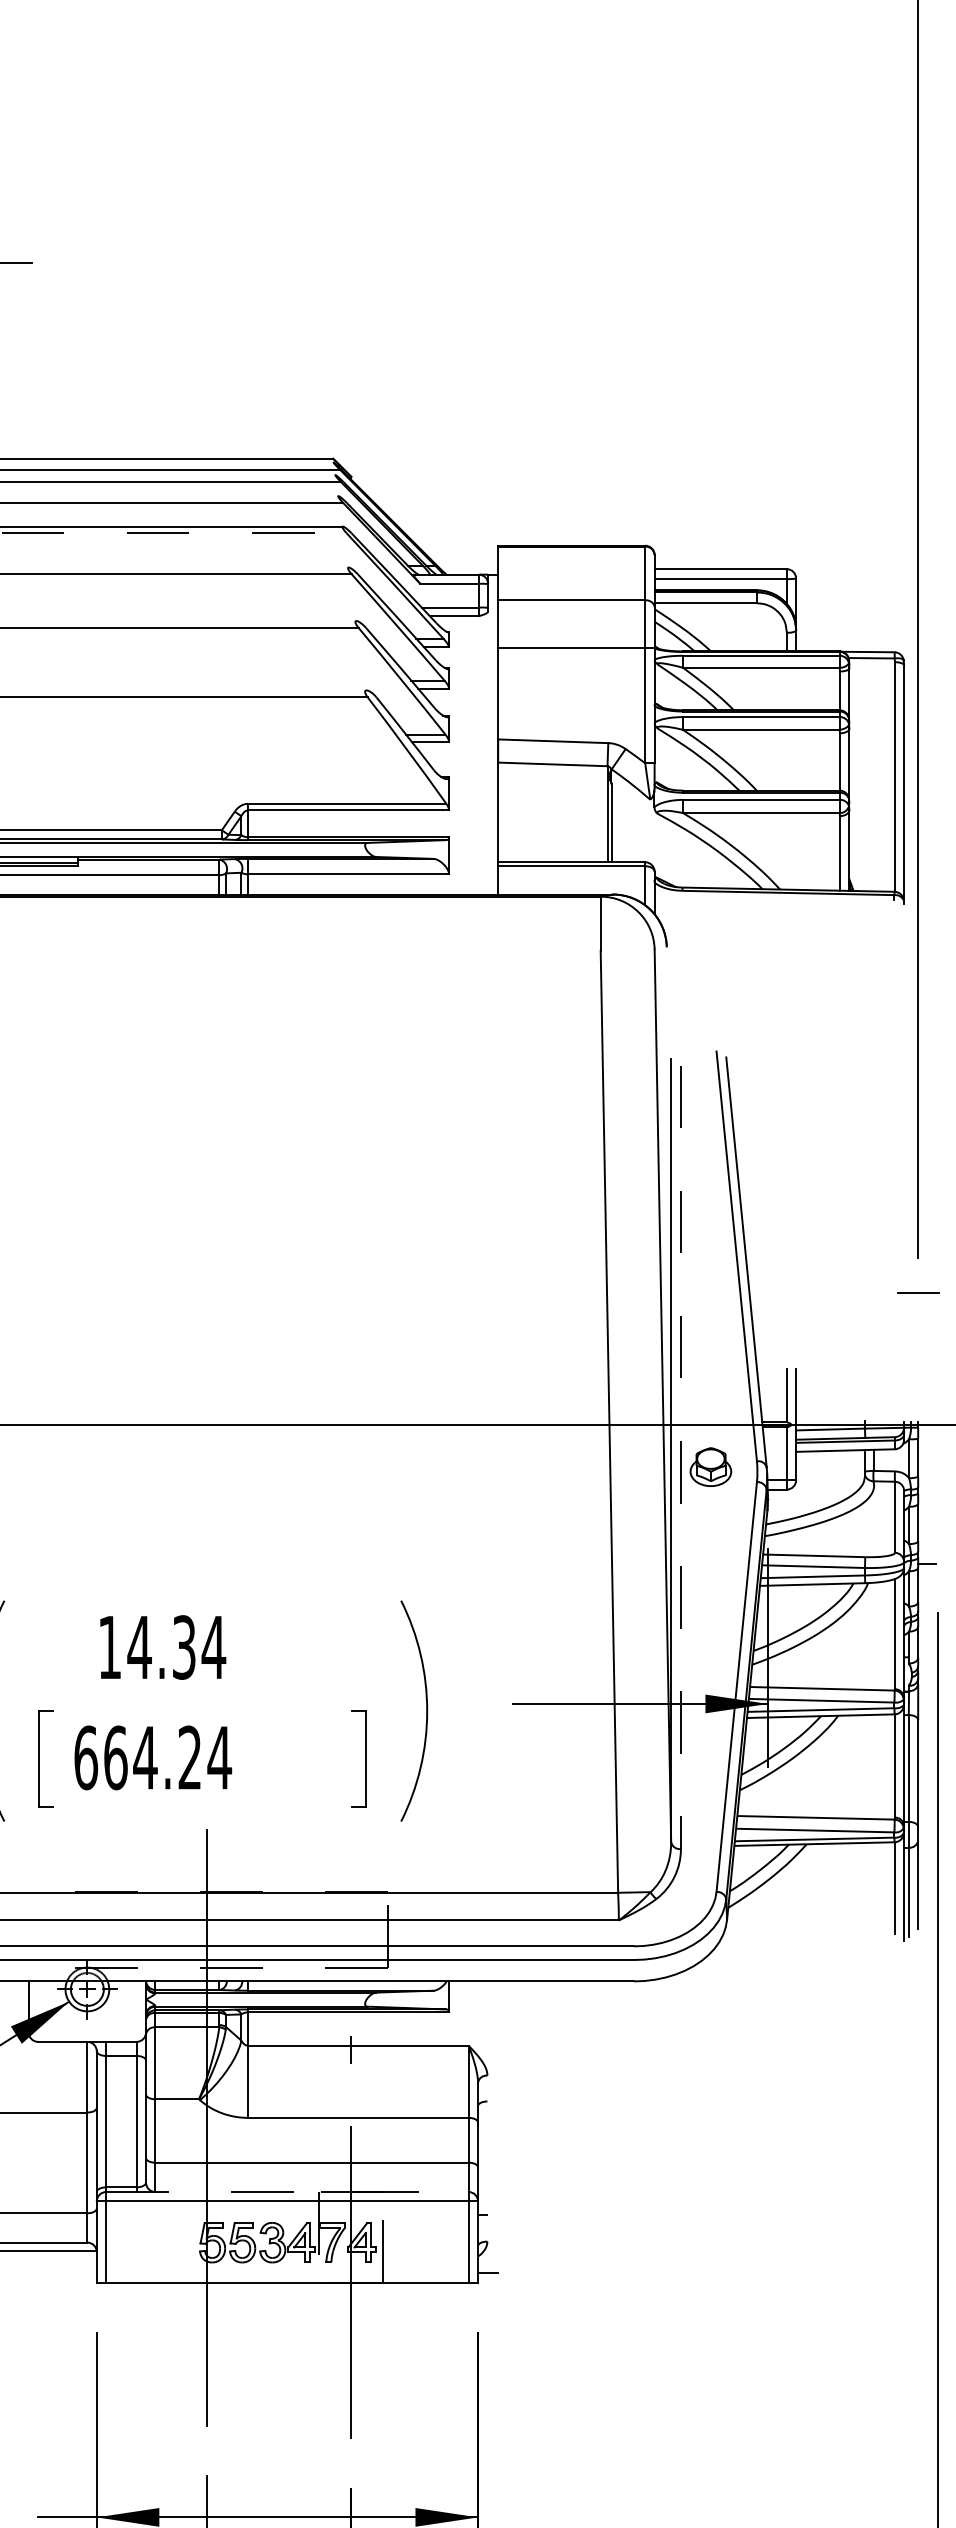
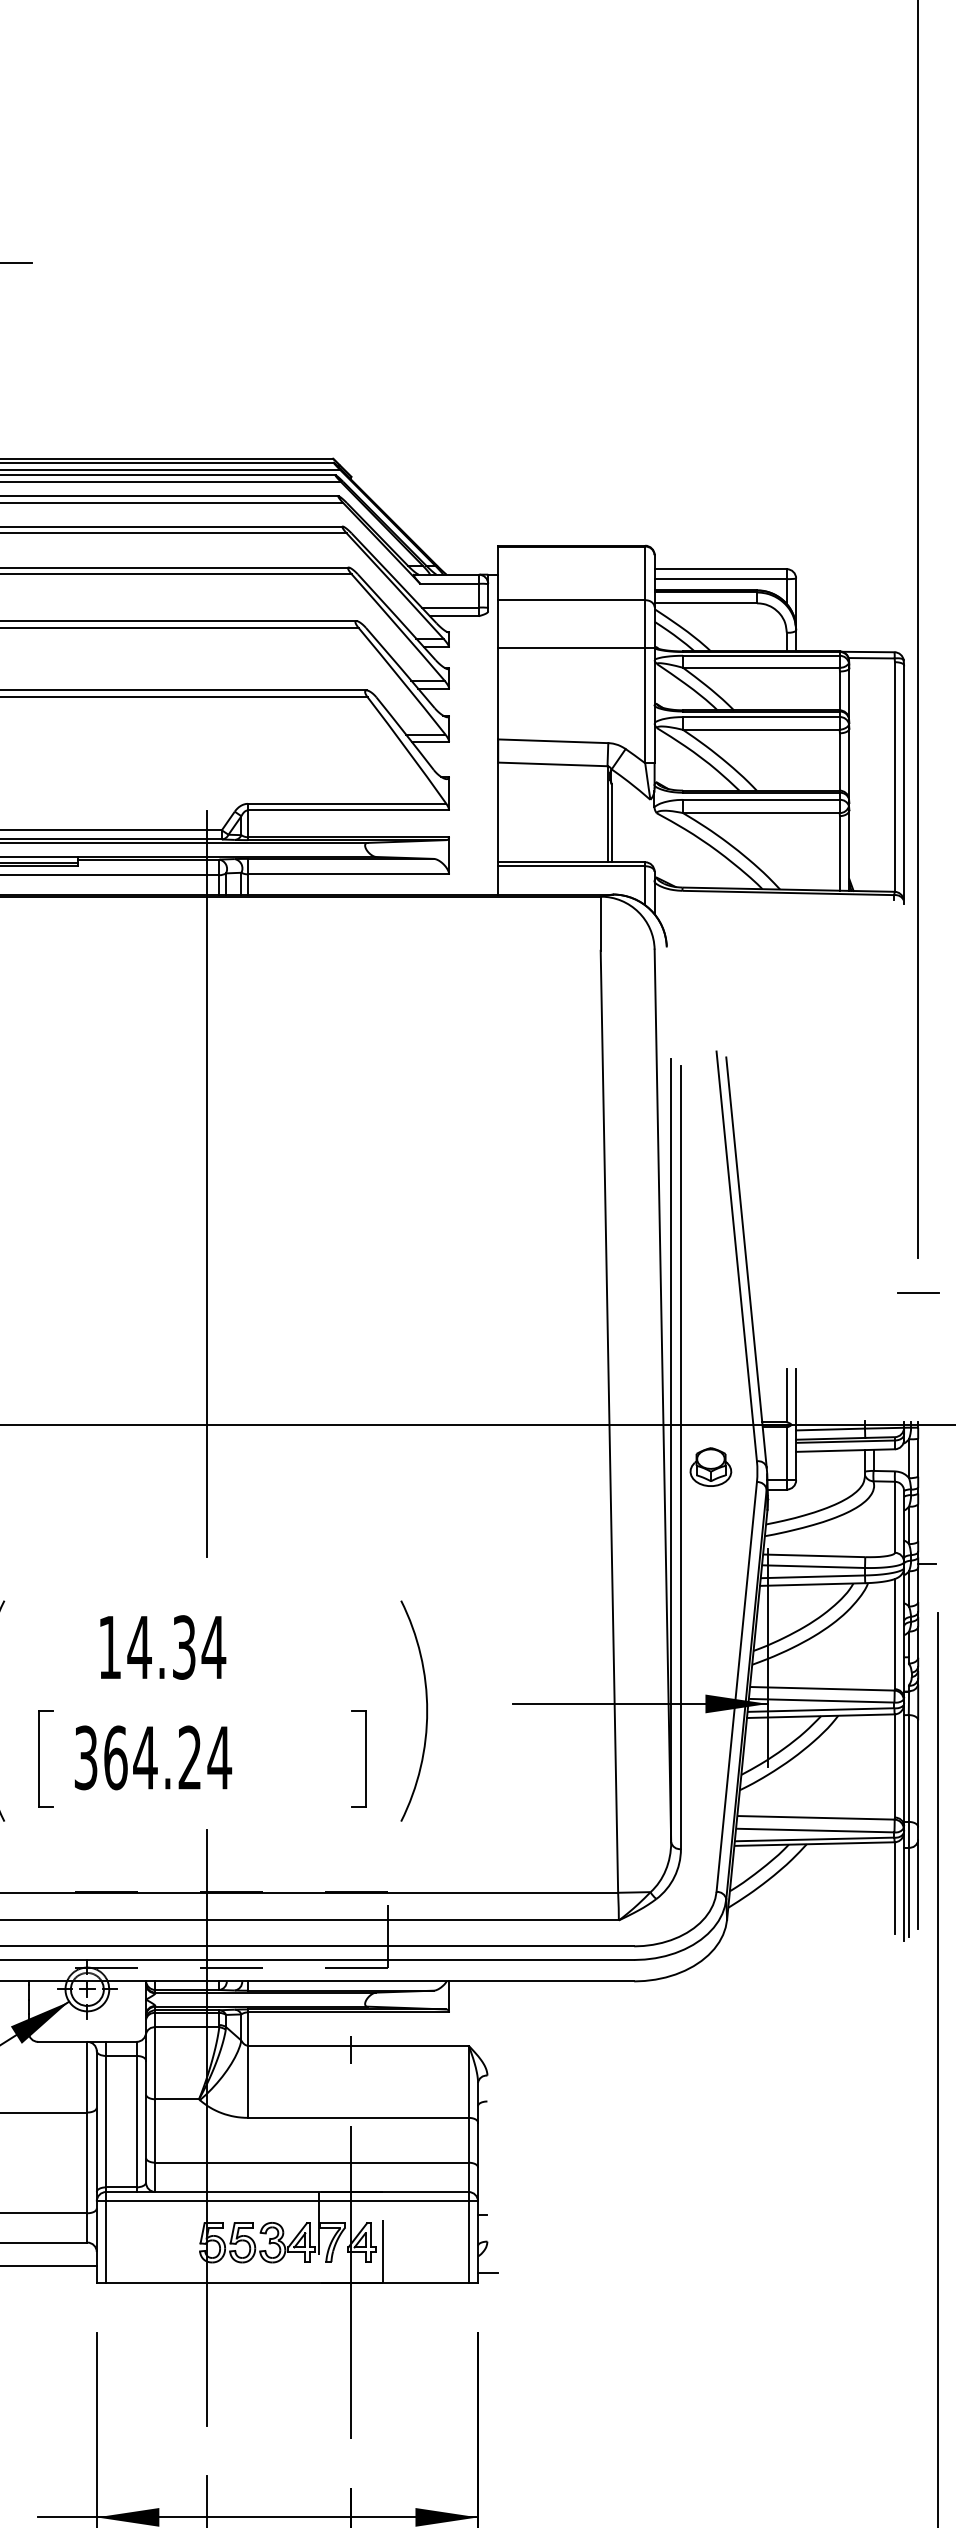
line at (167, 462): none -> present
line at (168, 475): none -> present
line at (170, 496): none -> present
line at (173, 533): dashed -> solid
line at (175, 567): none -> present
line at (179, 621): none -> present
line at (184, 690): none -> present
line at (207, 1183): none -> present
line at (680, 1457): dashed -> solid
text at (86, 1757): 664.24 -> 364.24
line at (287, 2192): dashed -> solid
line at (49, 2250) position: (49, 2250) -> (49, 2265)
